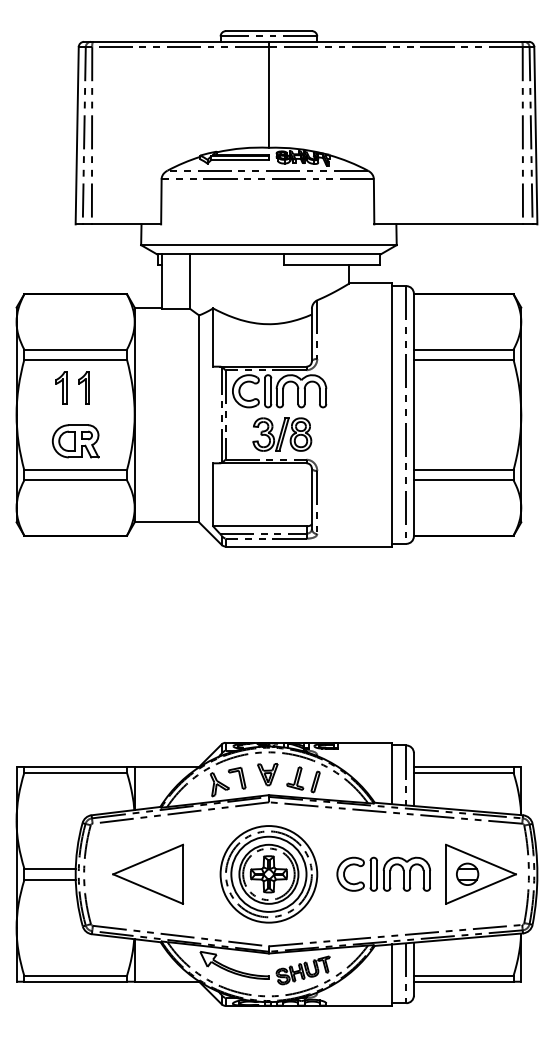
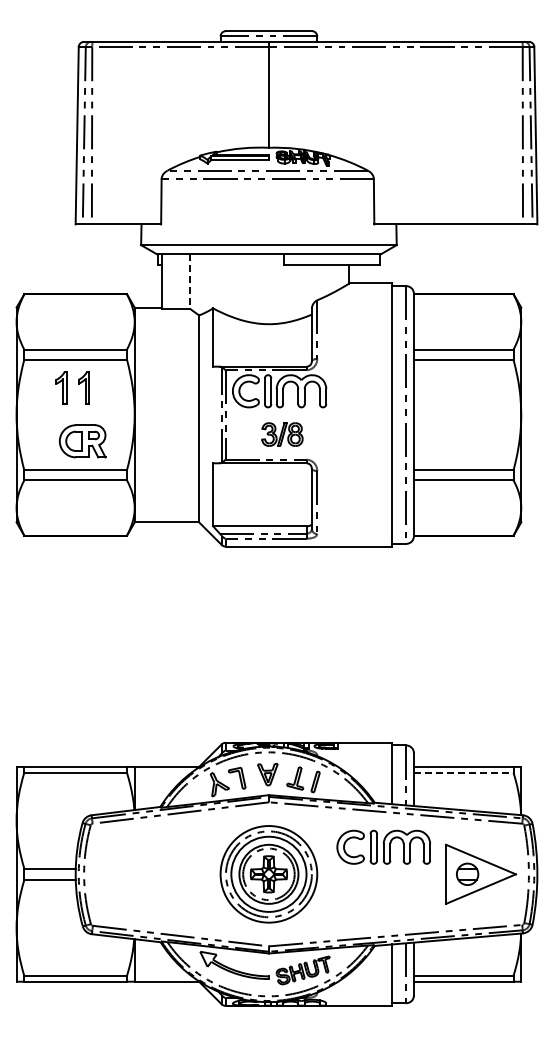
line at (190, 282): solid -> dashed
part at (282, 434) size: 61x35 px -> 43x25 px
part at (75, 441) position: (75, 441) -> (82, 441)
line at (463, 772): solid -> dashed
part at (148, 873): present -> none
part at (383, 873) position: (383, 873) -> (383, 846)
